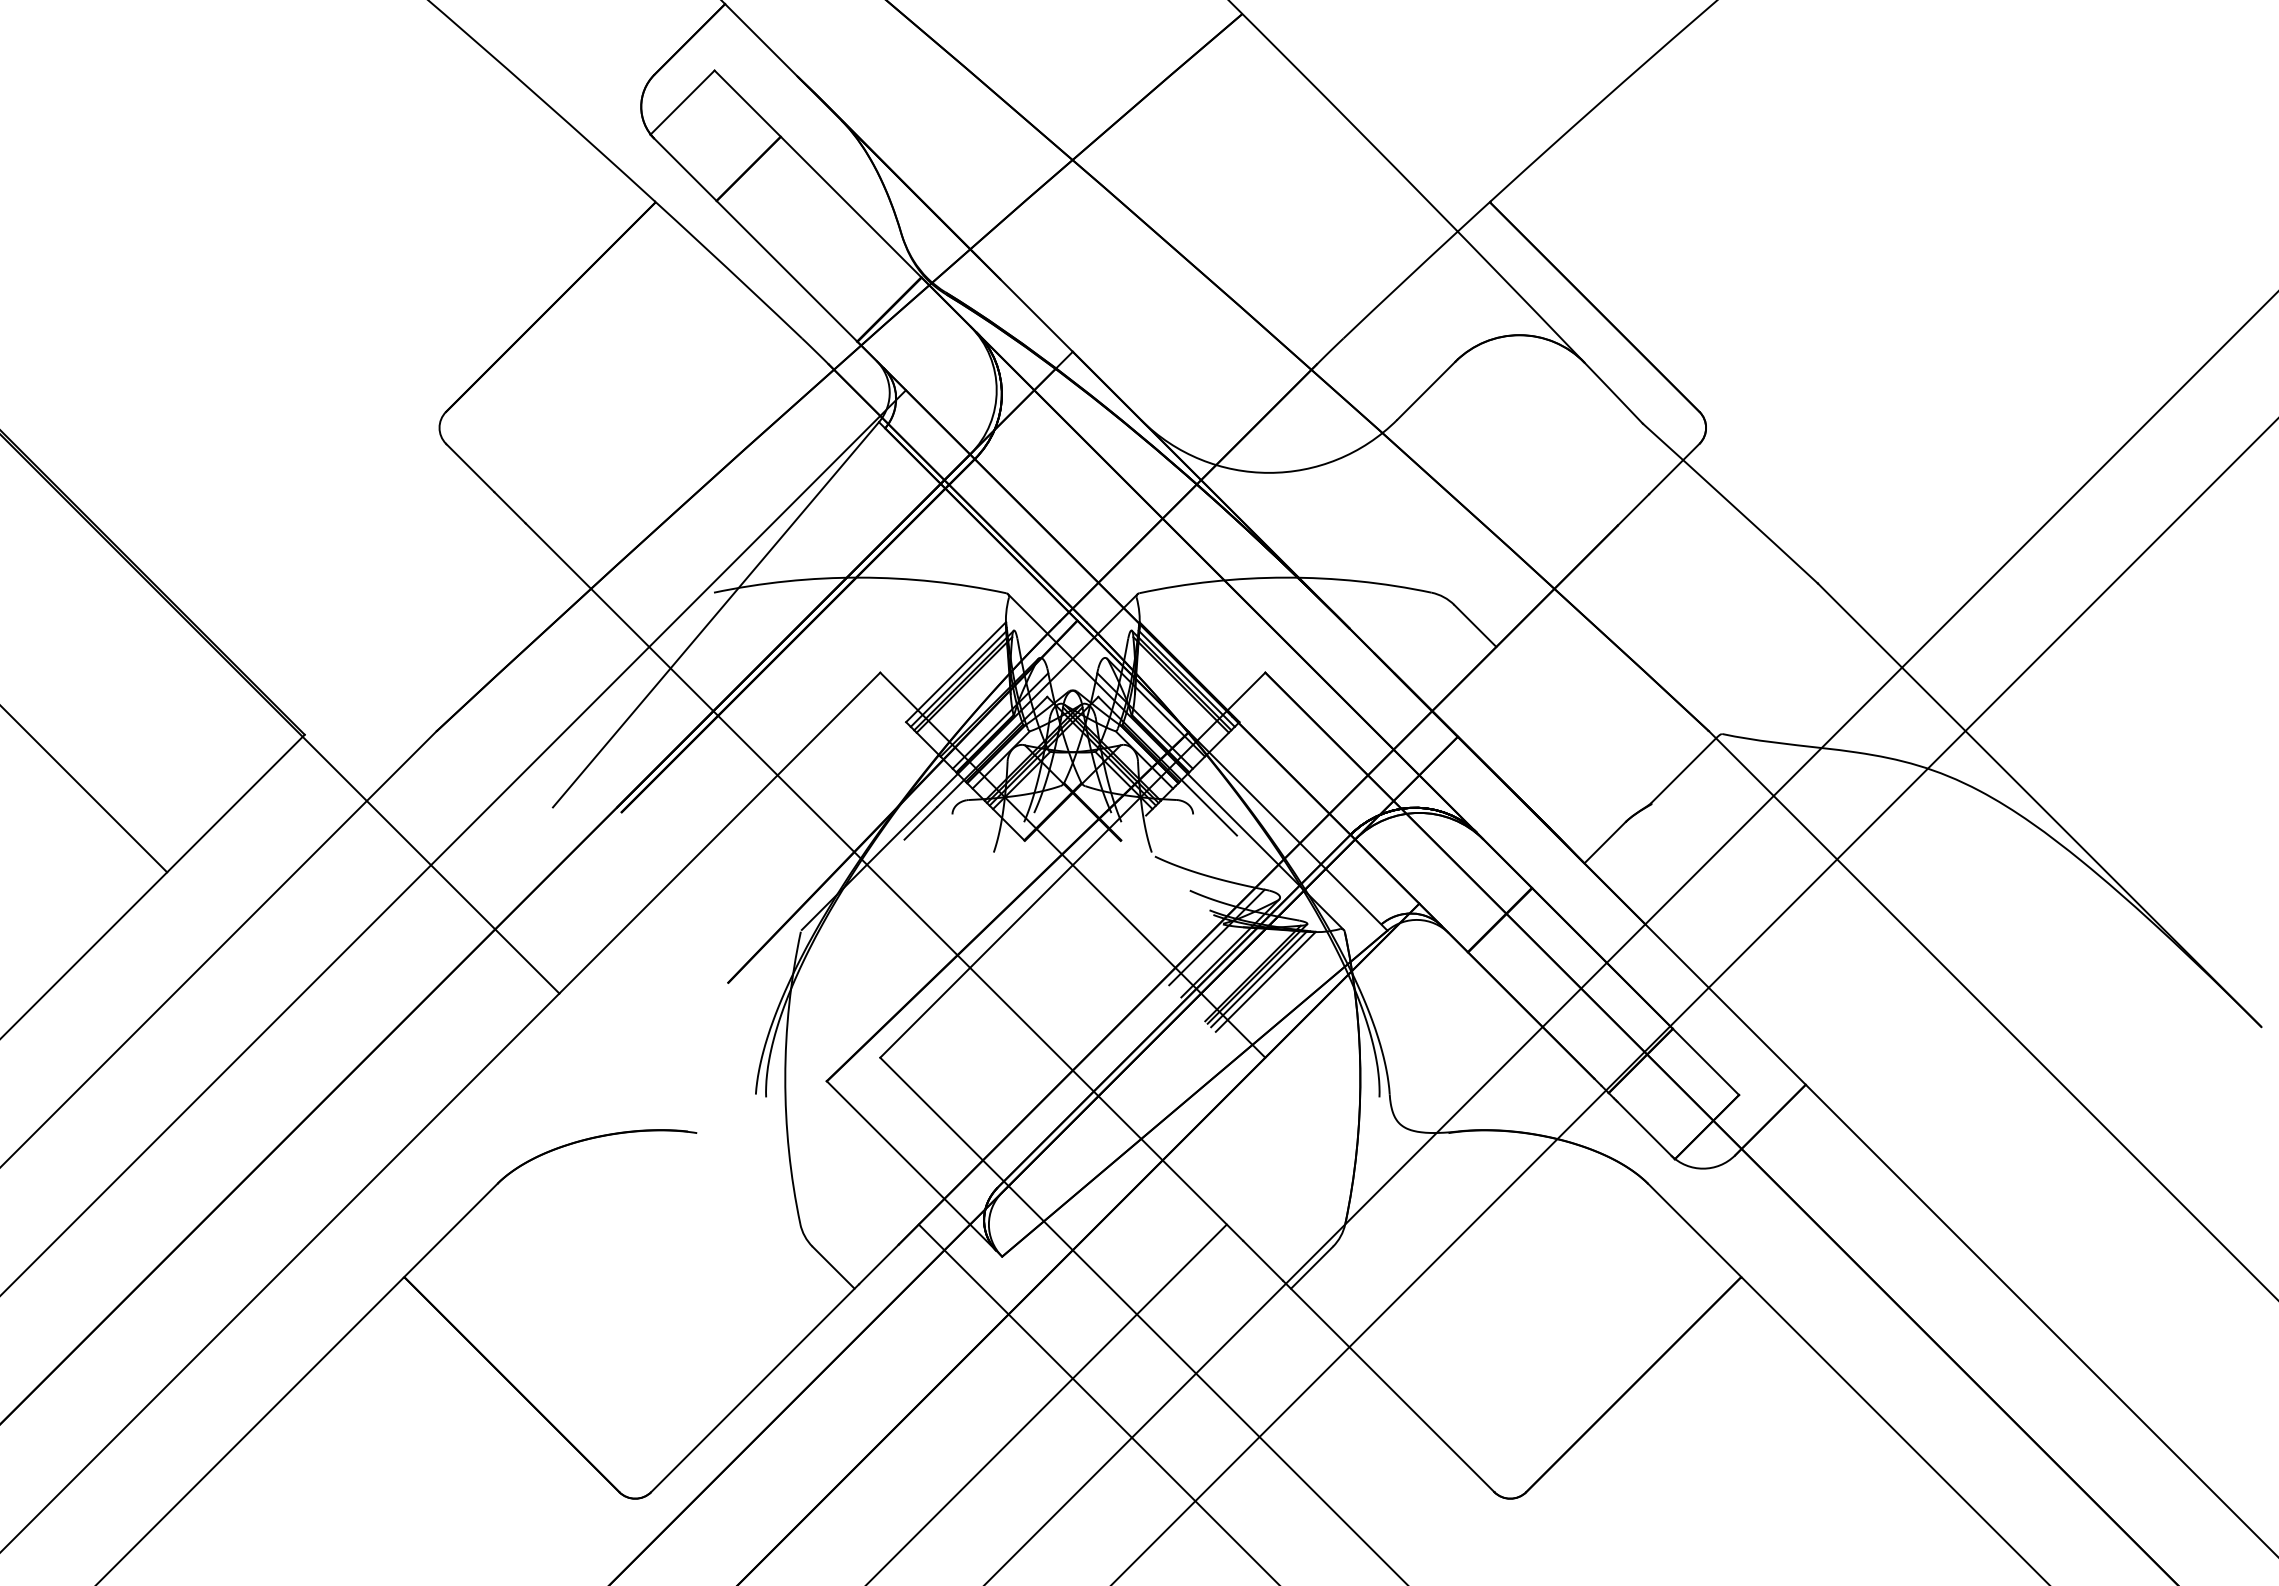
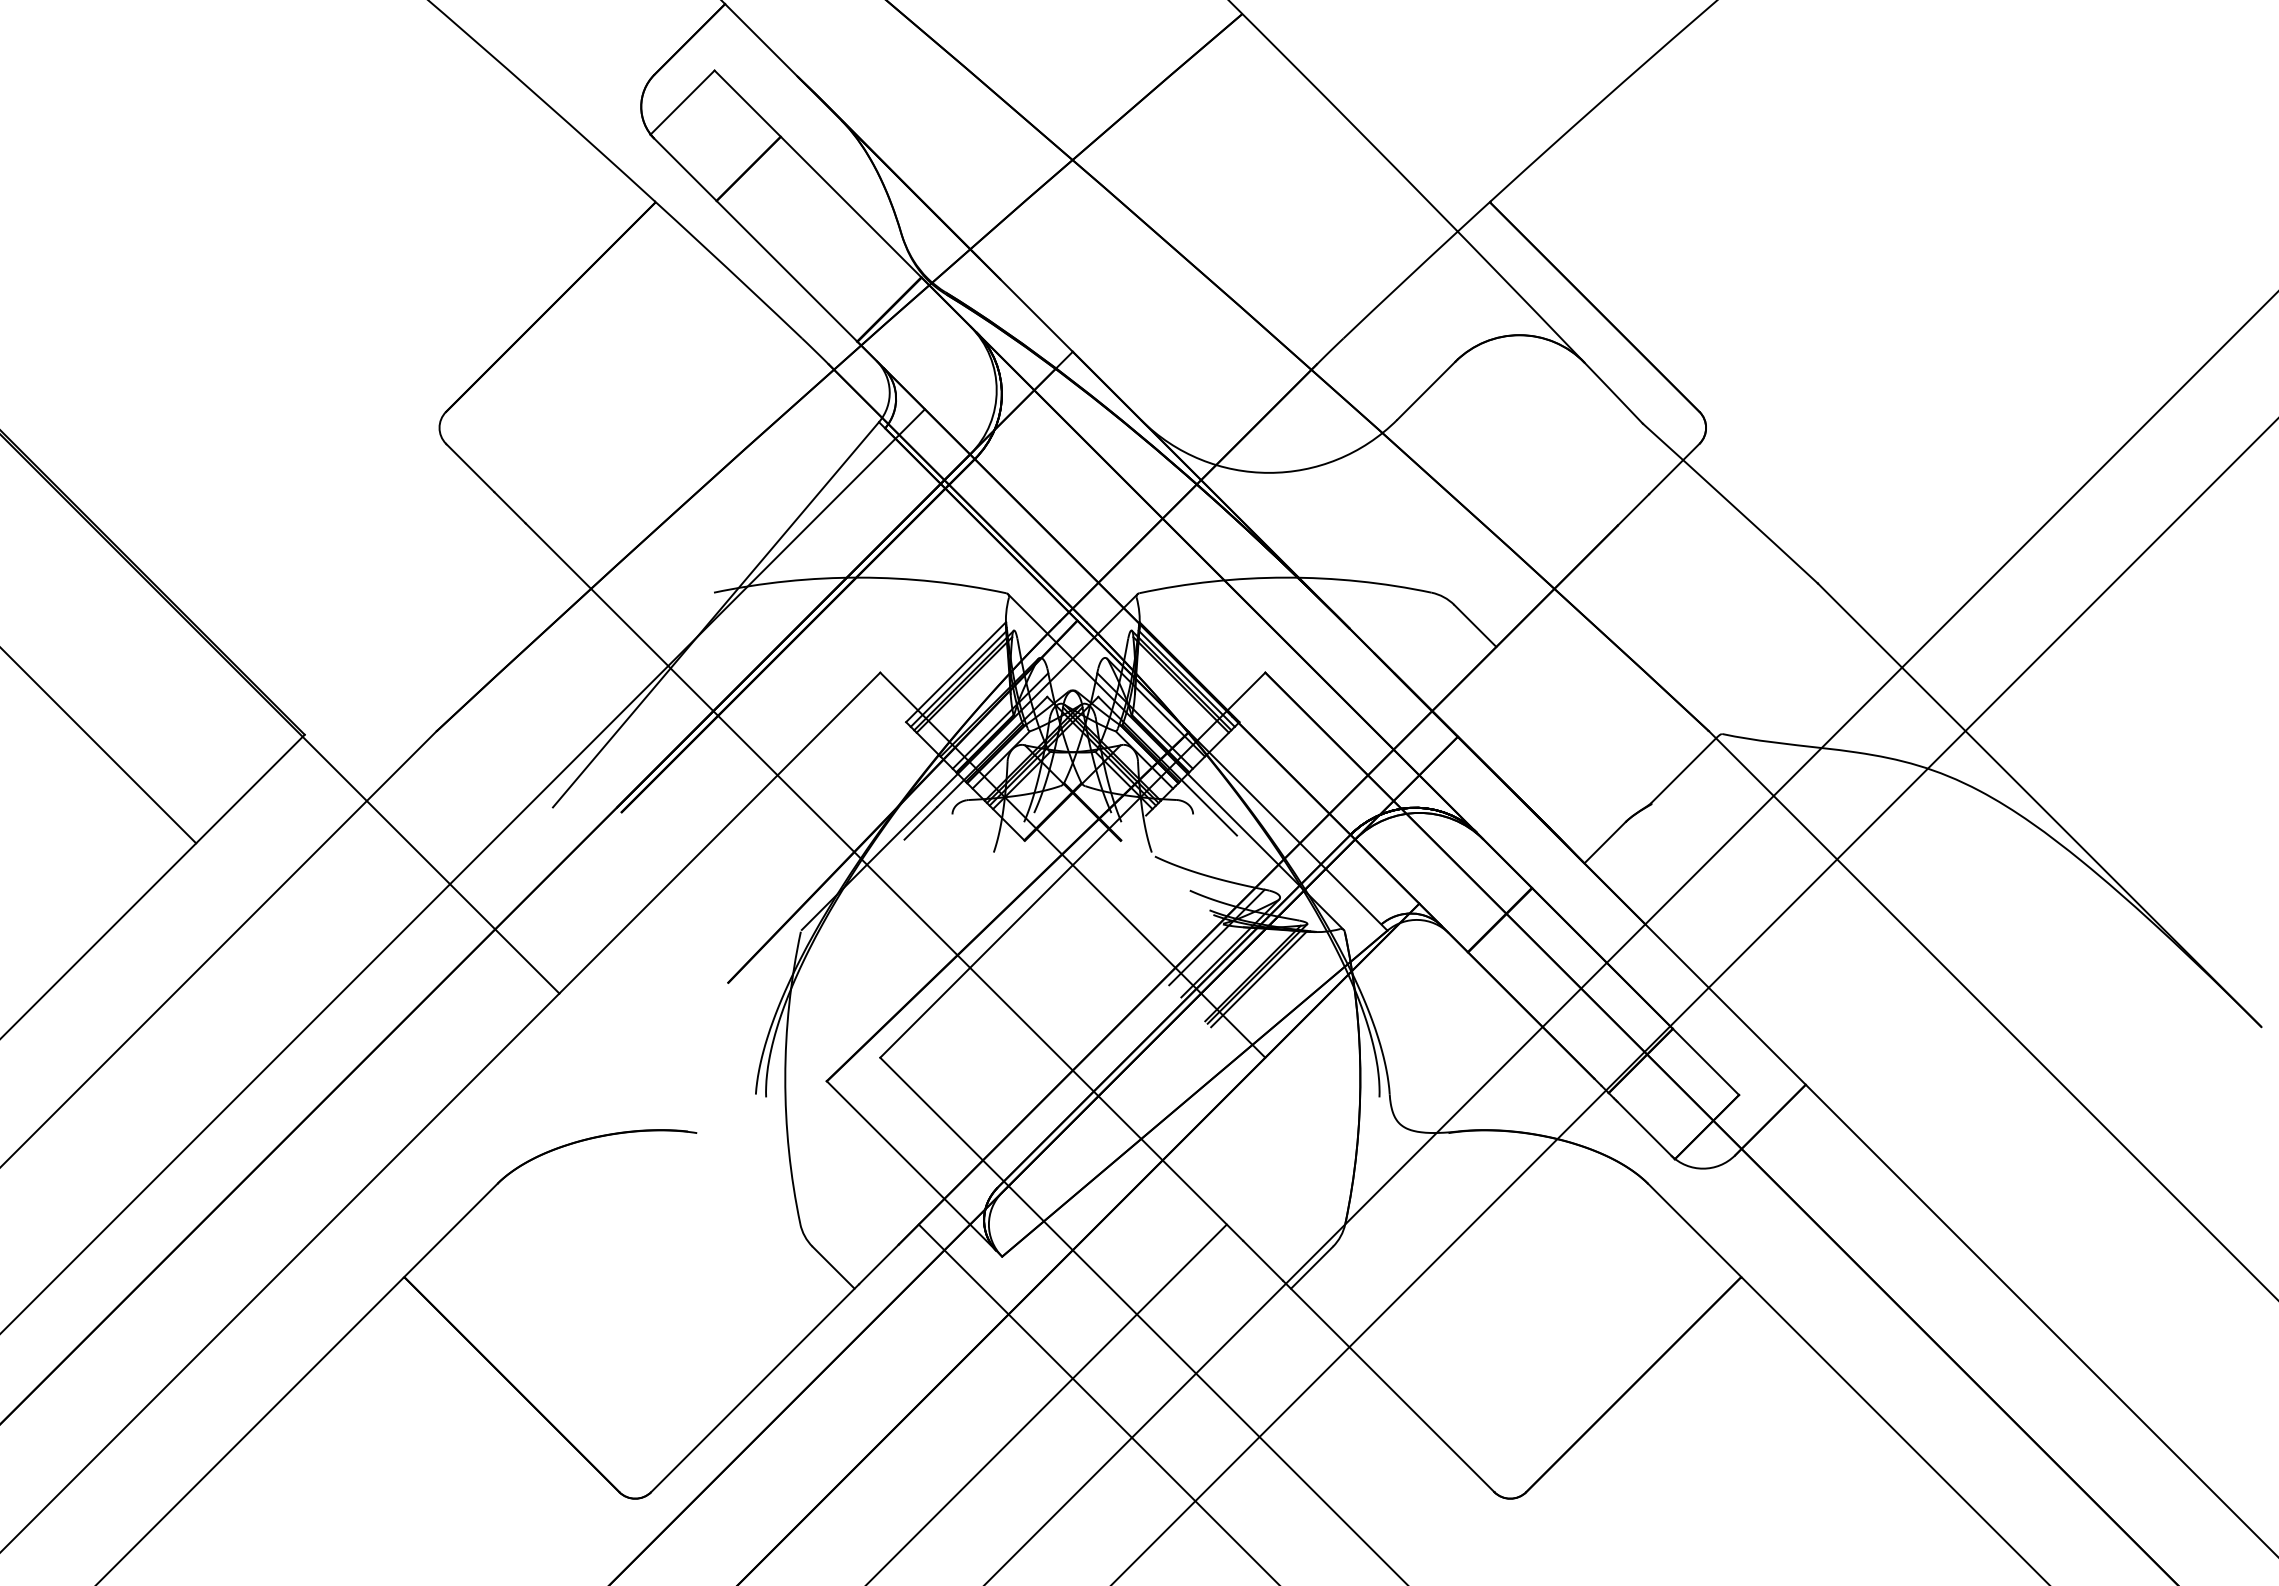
line at (84, 789) position: (84, 789) -> (99, 746)
line at (453, 841) position: (453, 841) -> (463, 870)
line at (1265, 981): present -> none
